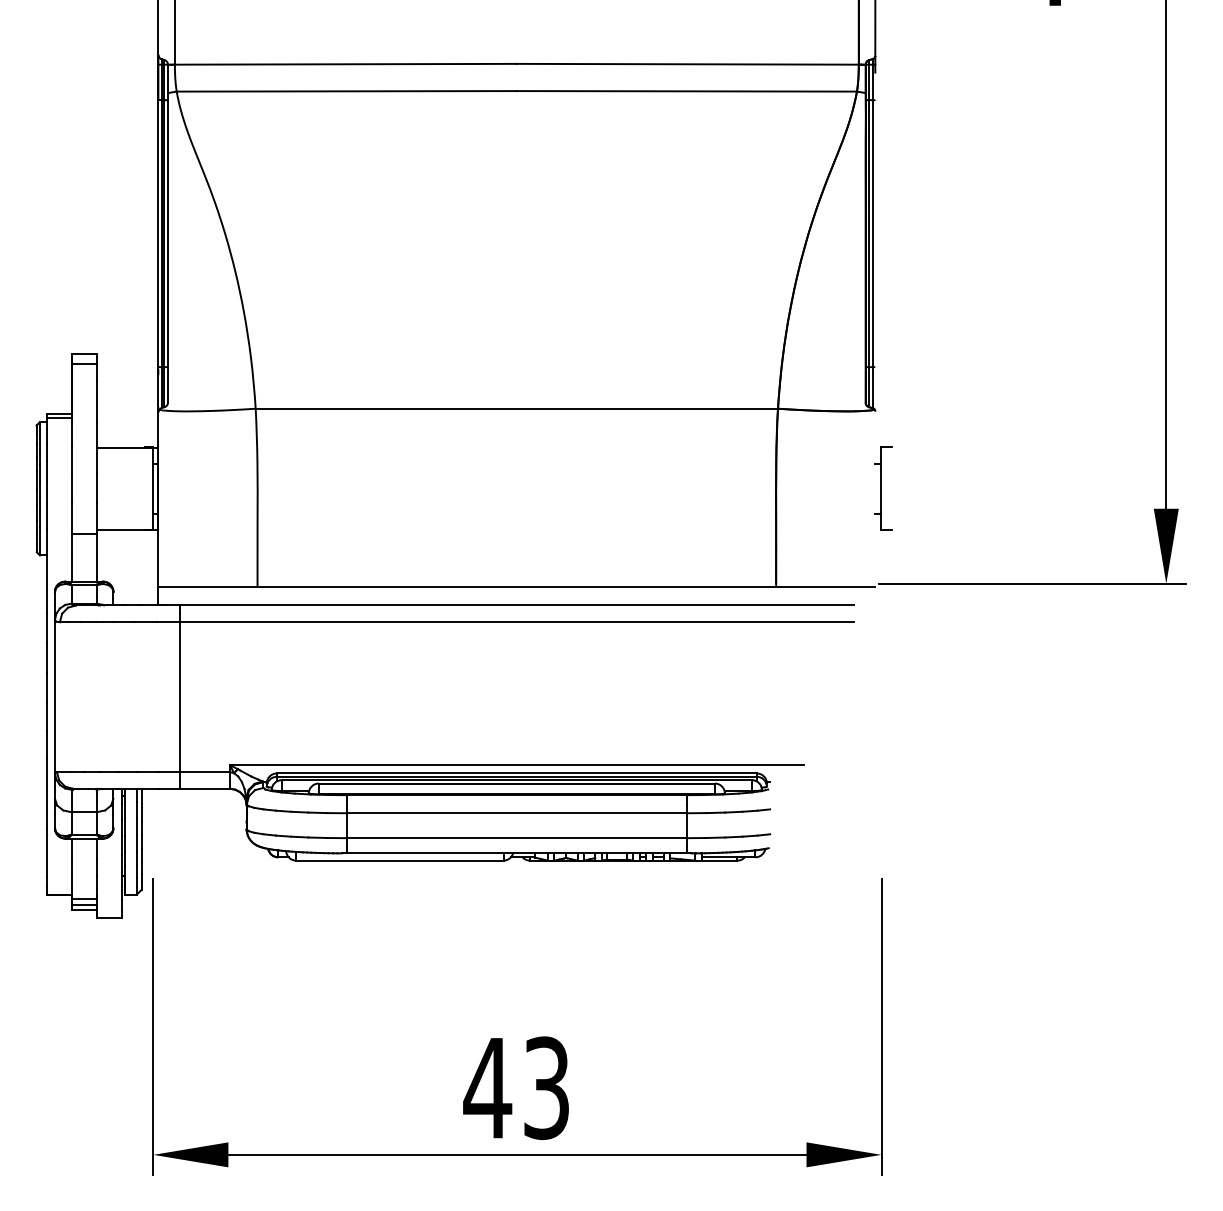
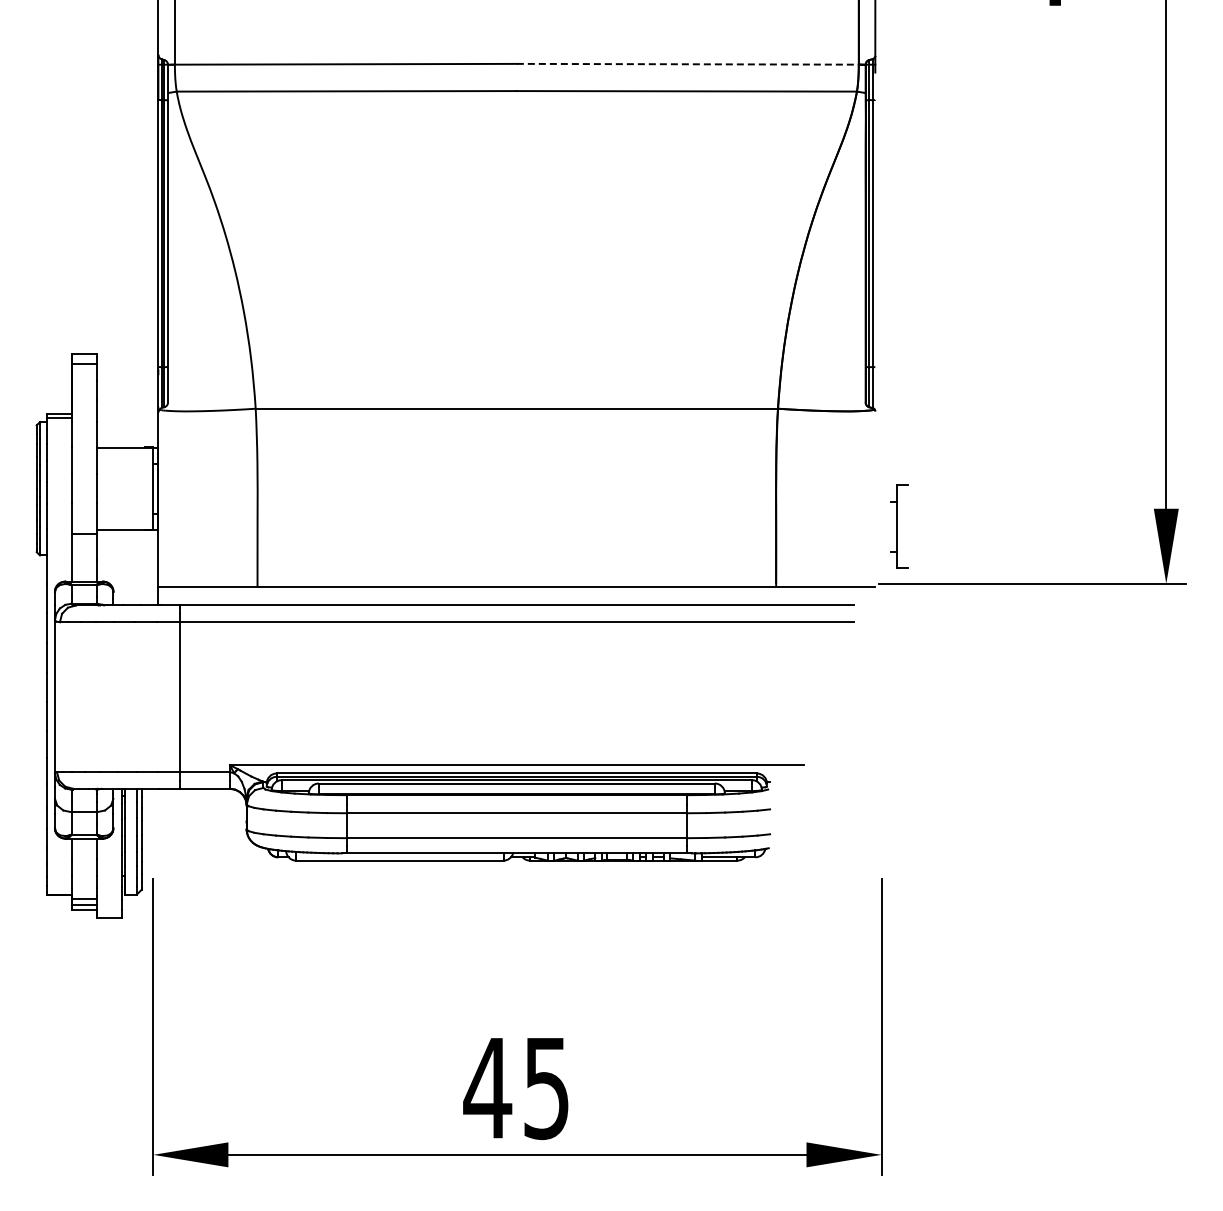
line at (687, 64): solid -> dashed
part at (883, 488) position: (883, 488) -> (899, 526)
text at (546, 1087): 43 -> 45
